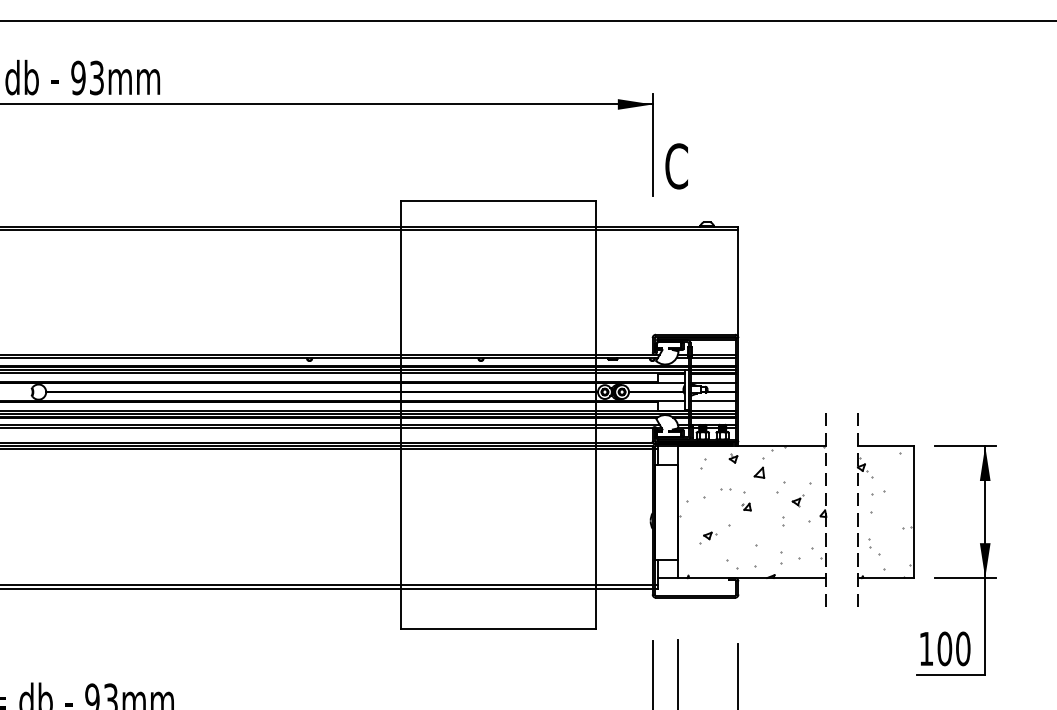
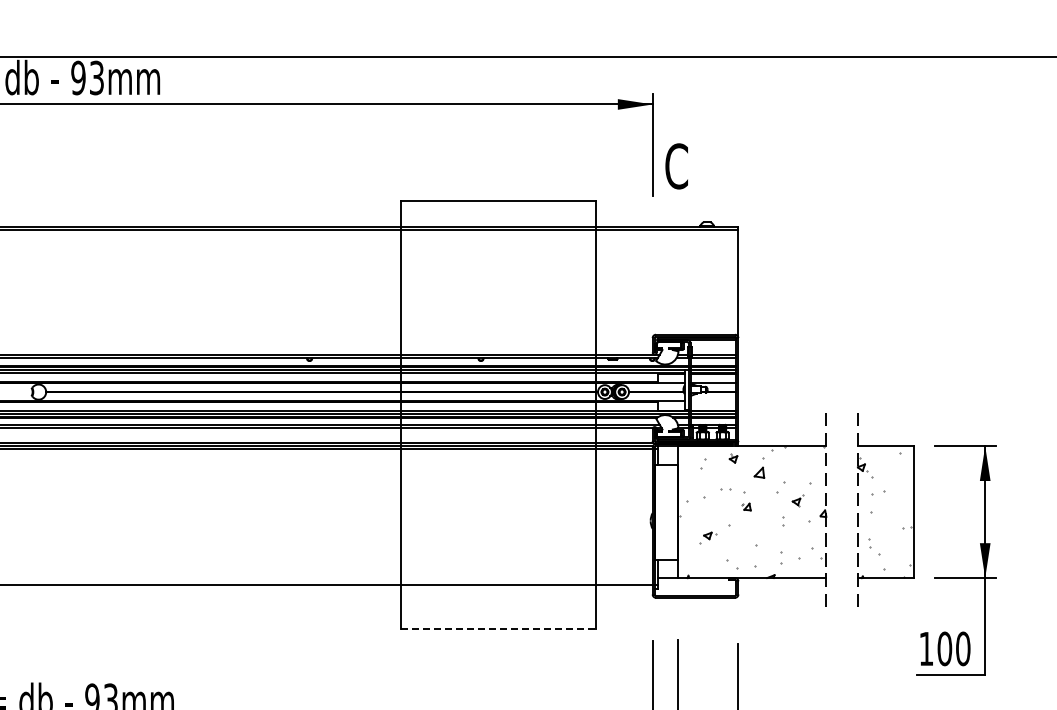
line at (527, 21) position: (527, 21) -> (527, 57)
line at (713, 400): present -> none
line at (327, 588): present -> none
line at (499, 628): solid -> dashed
